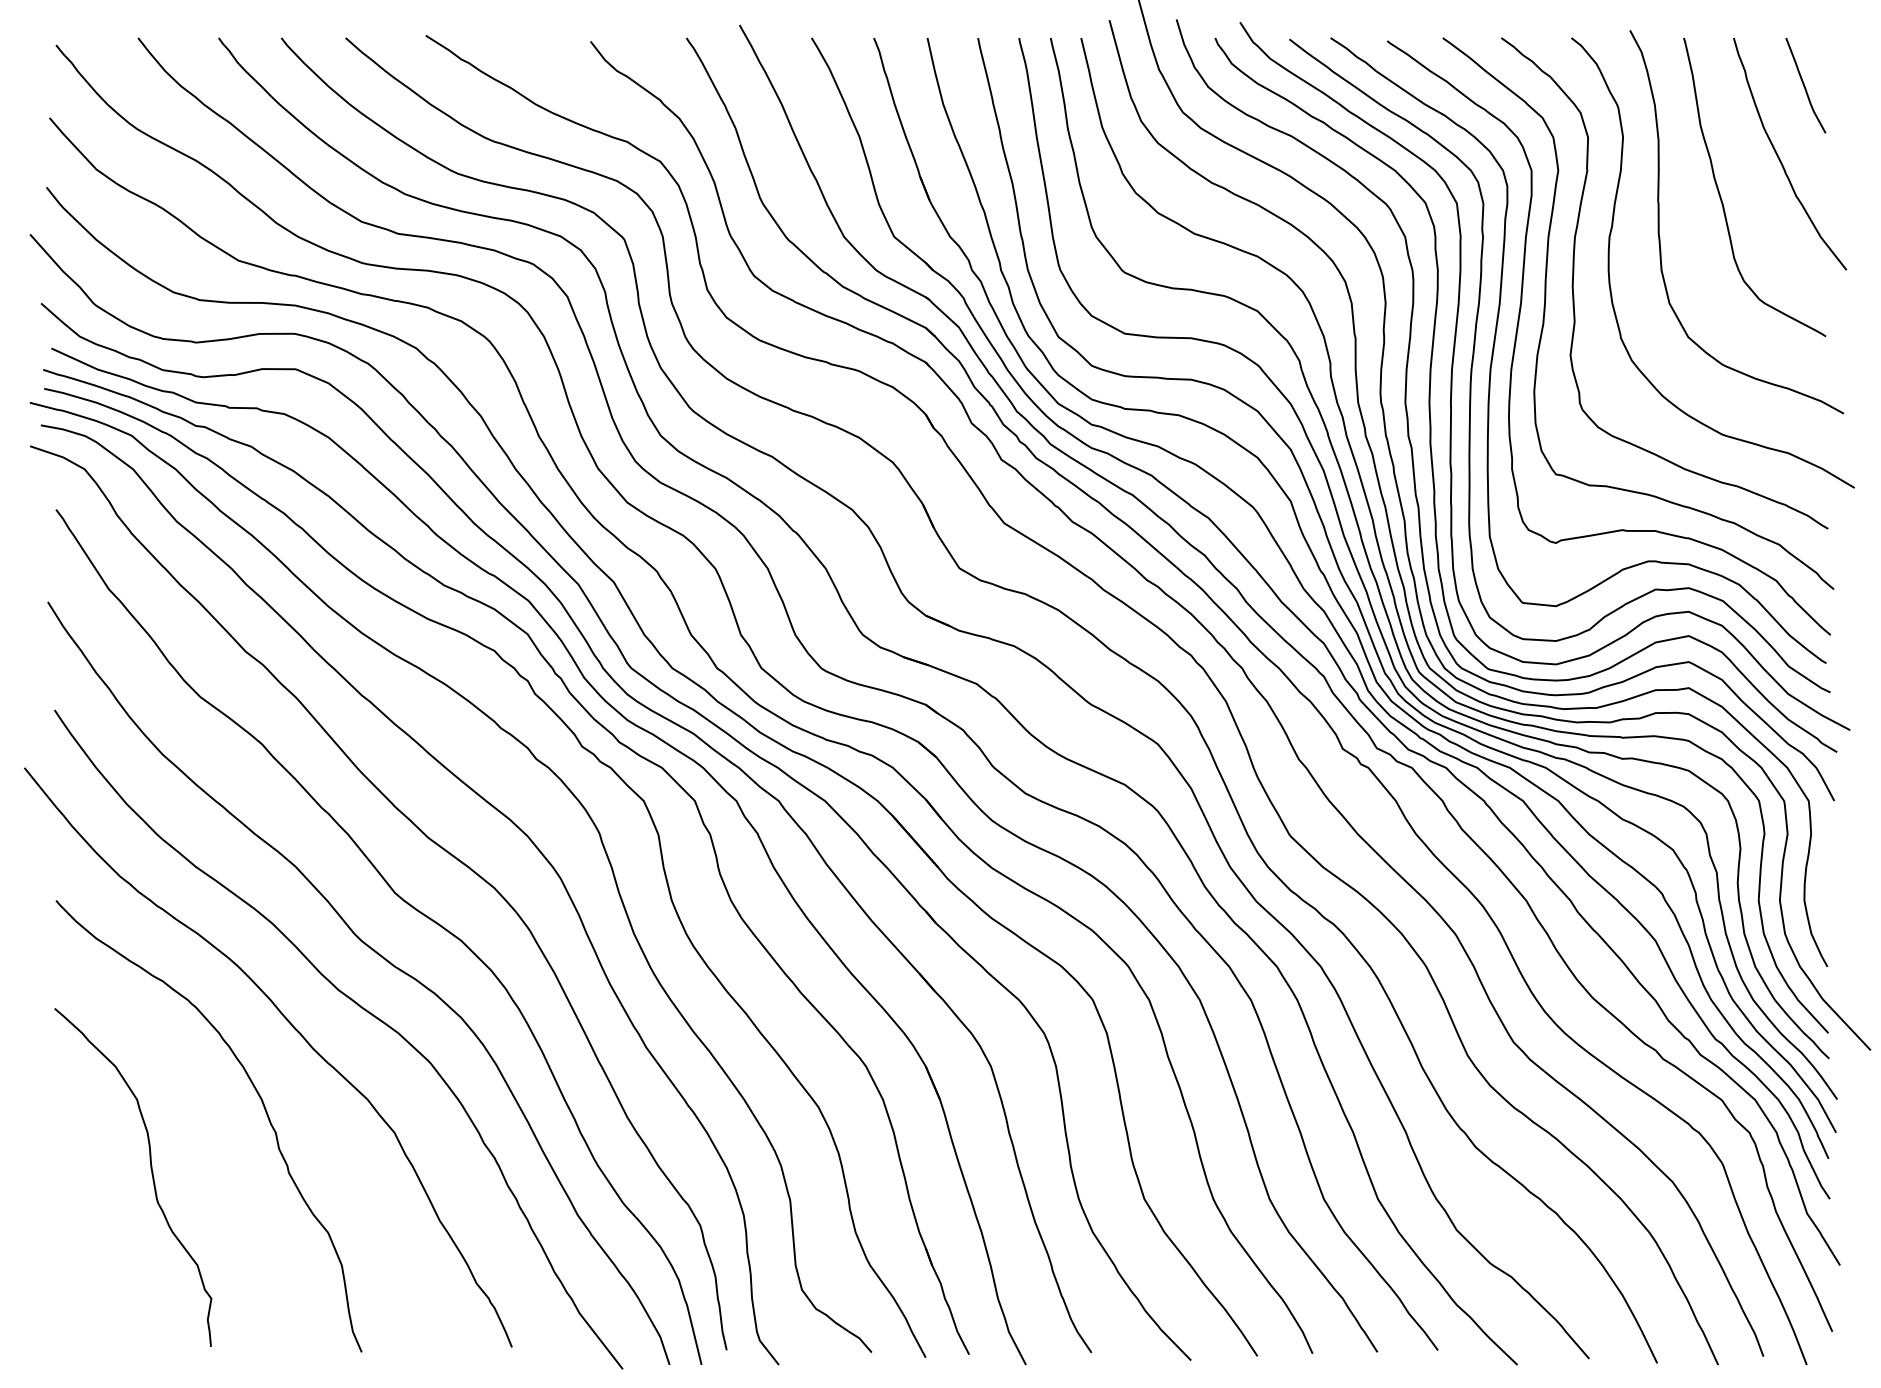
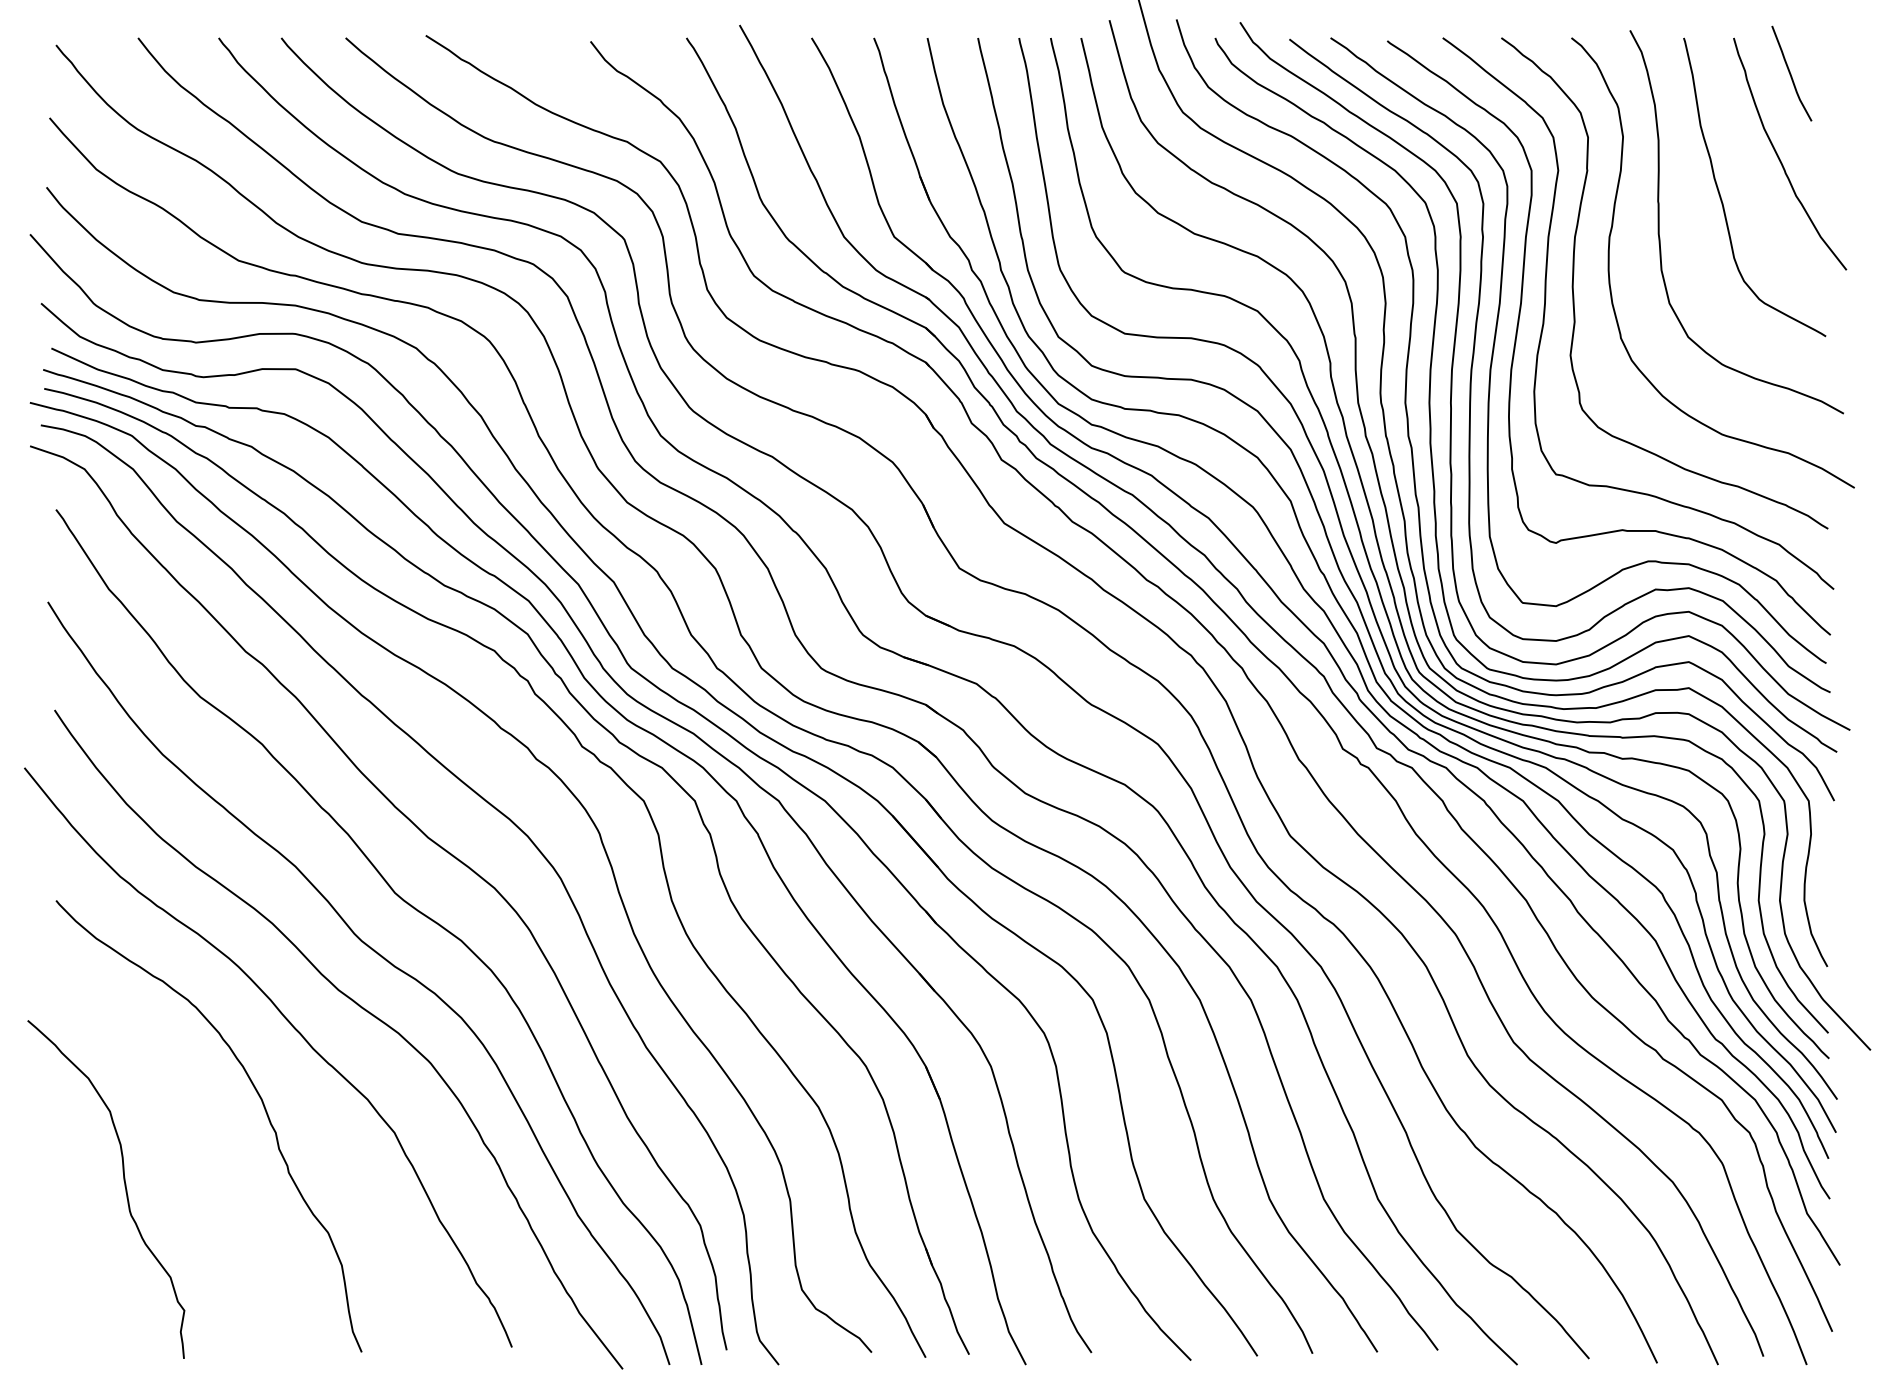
curve at (1805, 85) position: (1805, 85) -> (1791, 73)
curve at (151, 1174) position: (151, 1174) -> (124, 1186)
